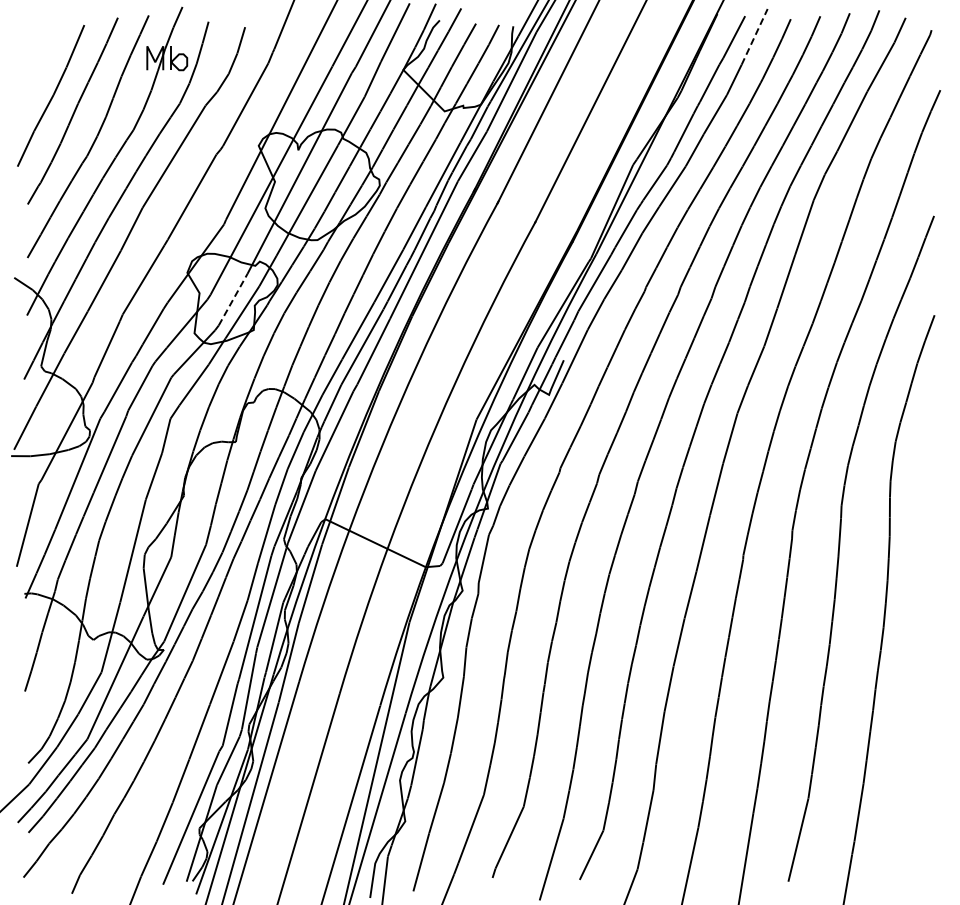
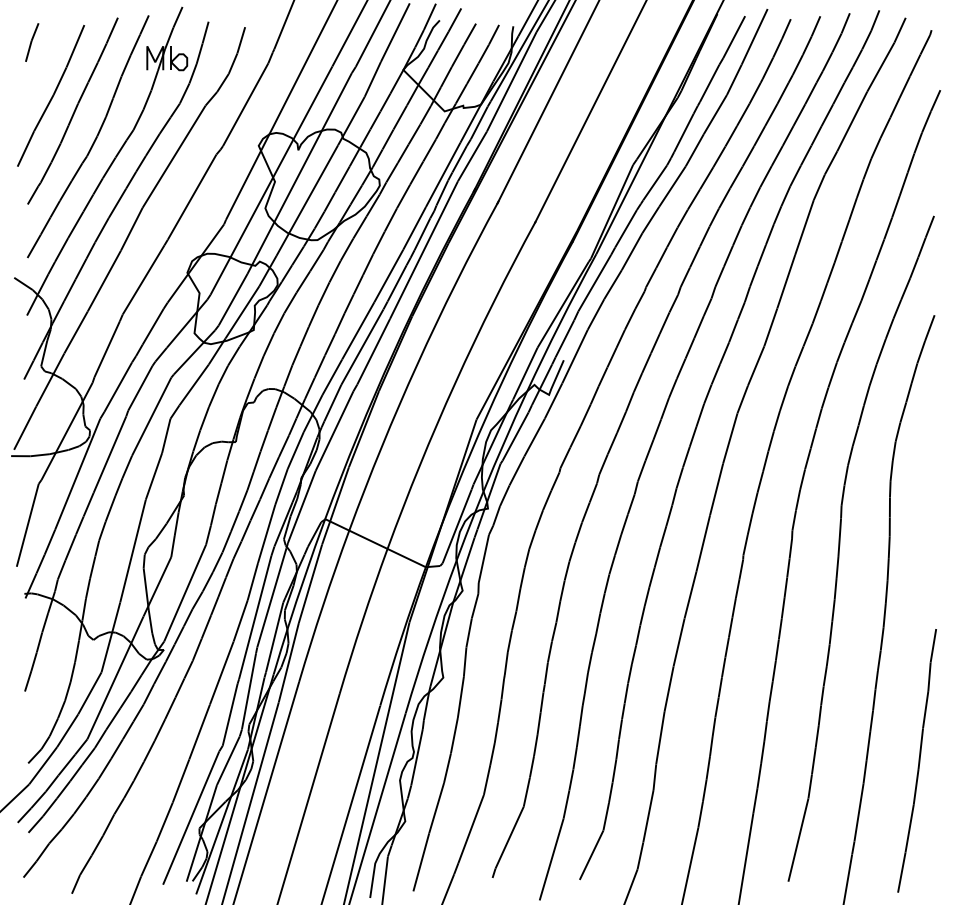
line at (754, 36): dashed -> solid
part at (32, 42): none -> present
line at (233, 299): dashed -> solid
part at (916, 760): none -> present
